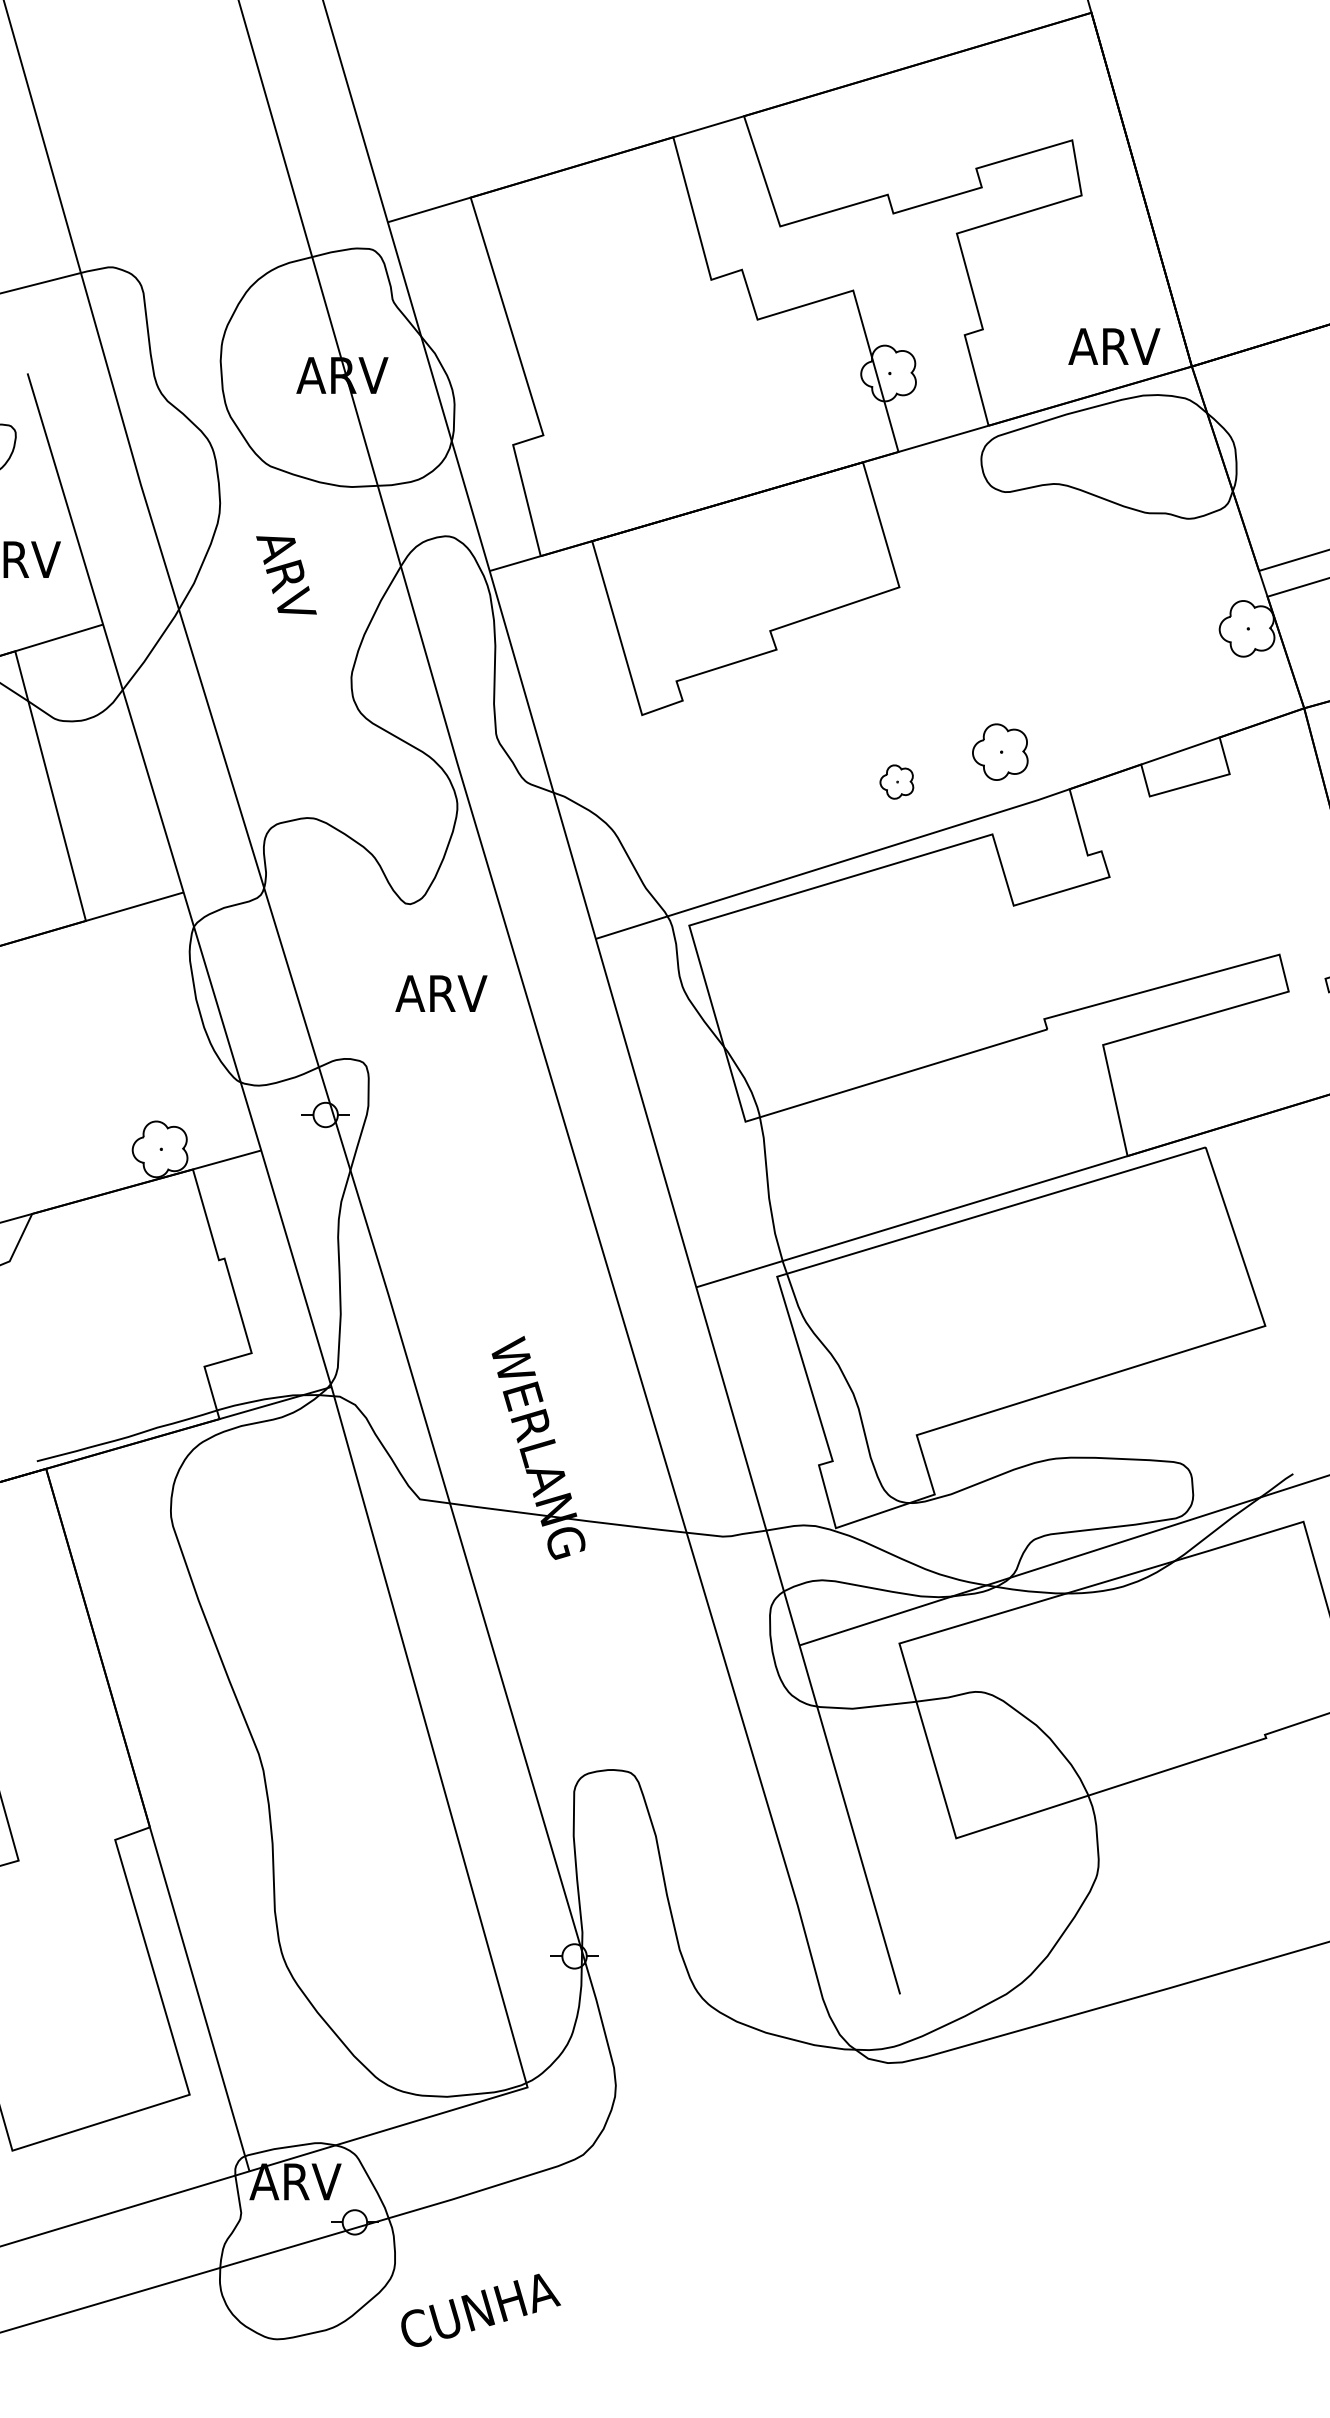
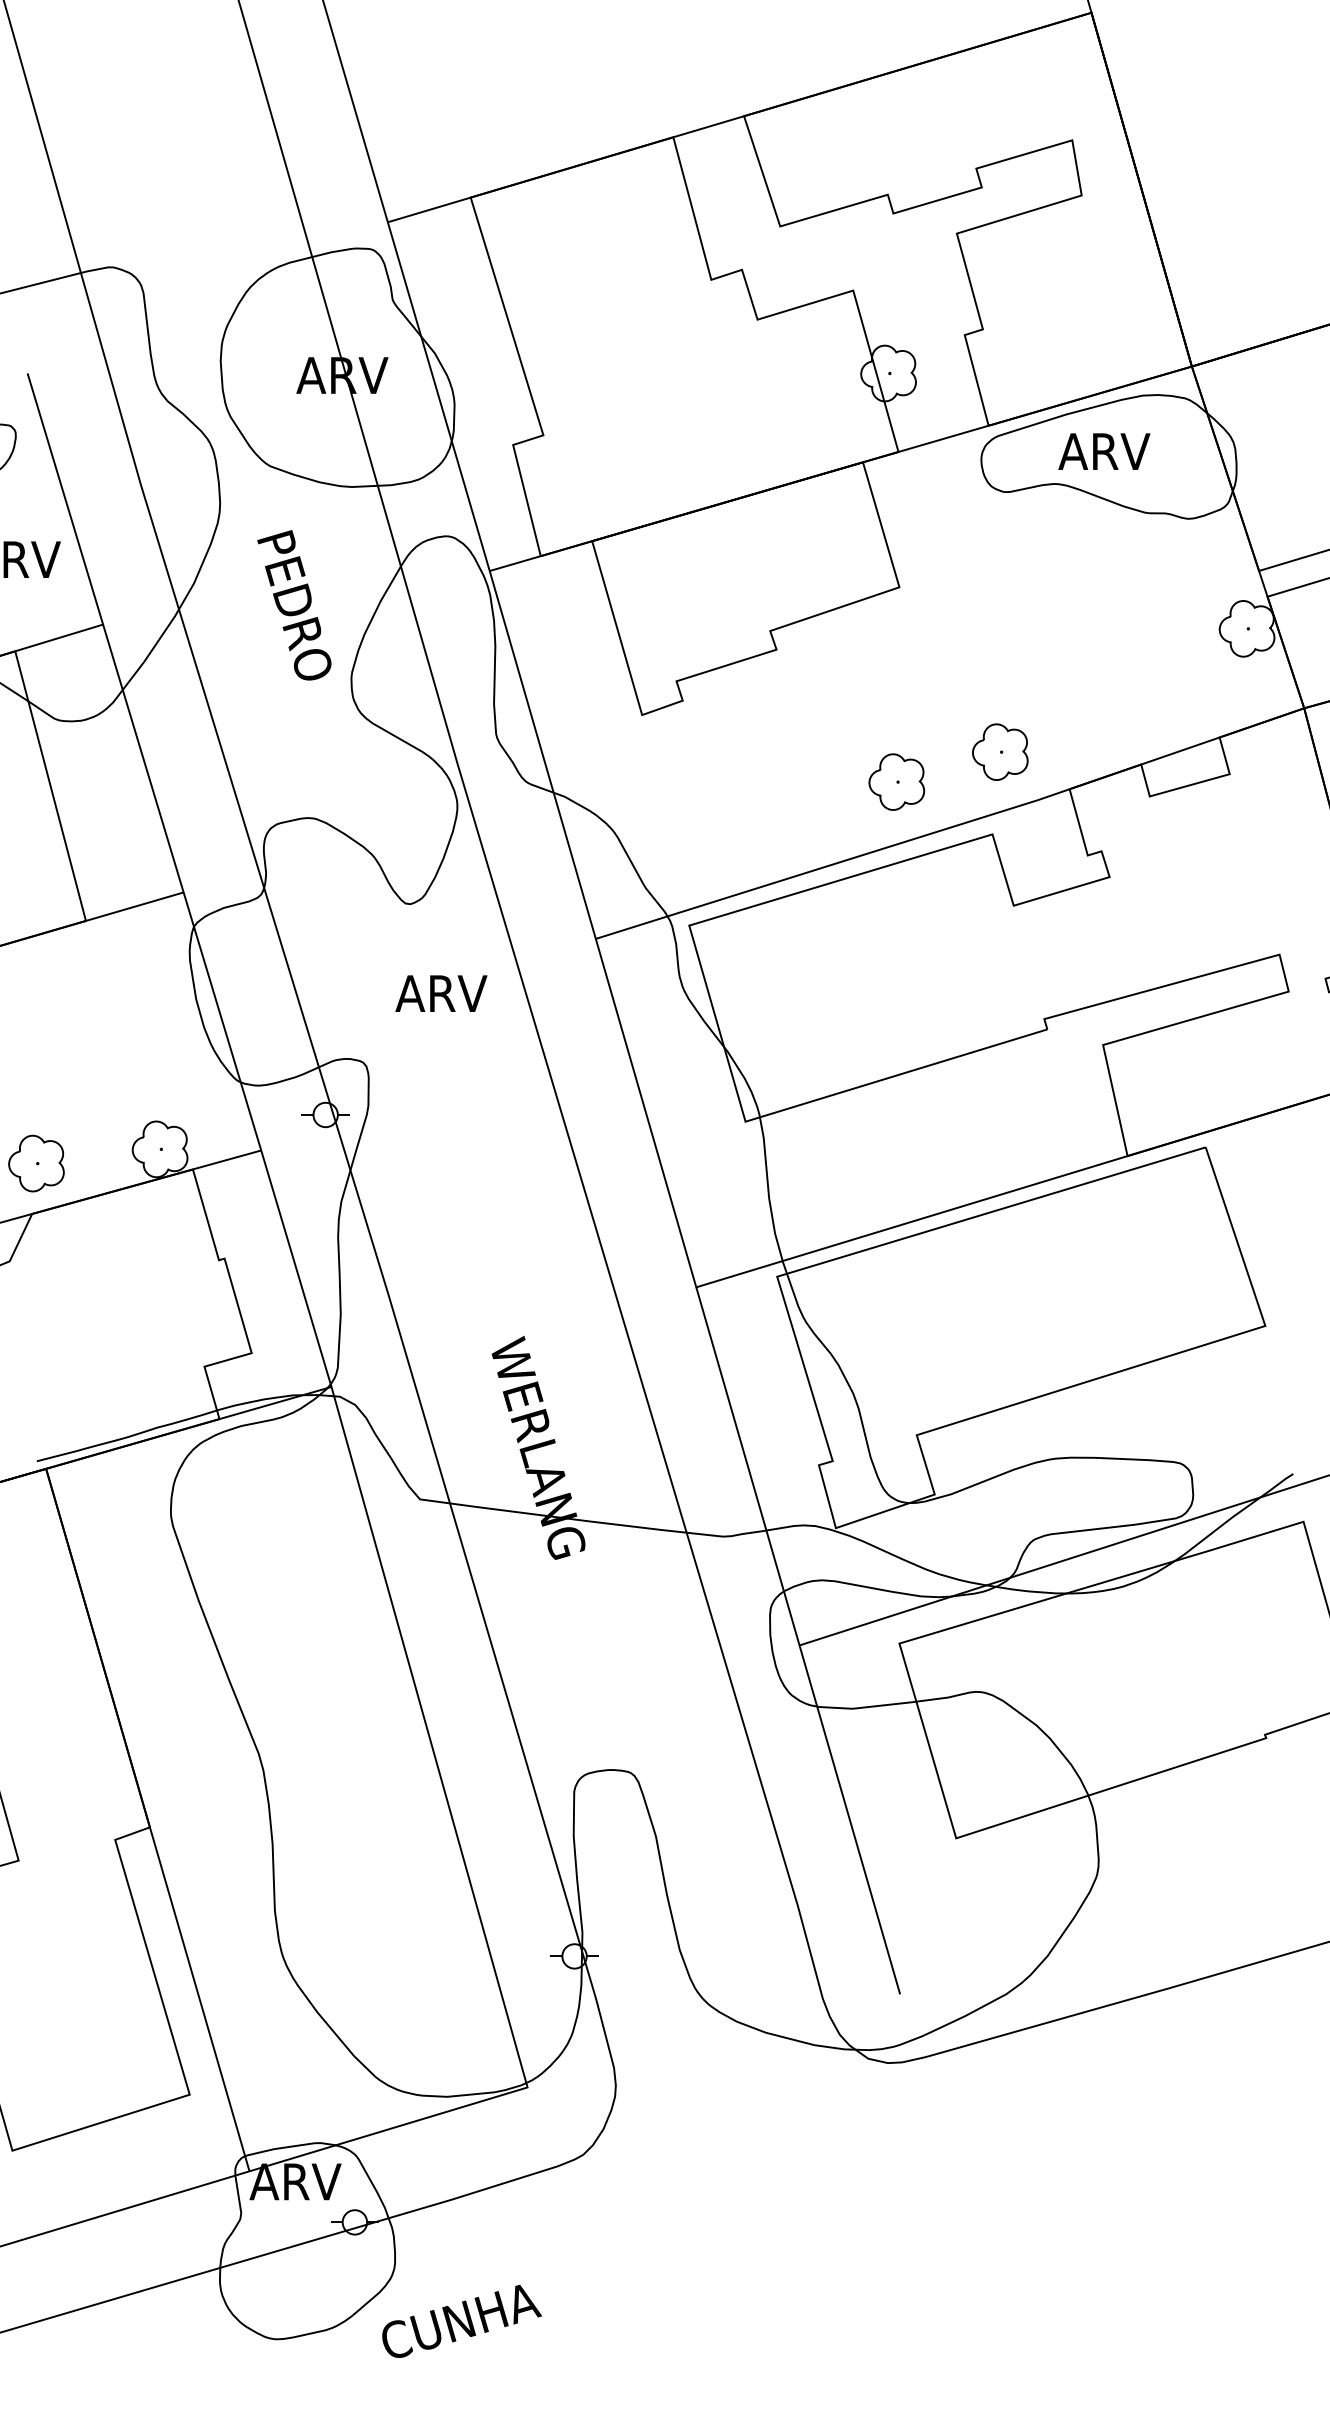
text at (1114, 346) position: (1114, 346) -> (1104, 451)
text at (293, 605): ARV -> PEDRO
part at (896, 781) size: 36x36 px -> 58x58 px
part at (36, 1163): none -> present
text at (481, 2309) position: (481, 2309) -> (462, 2320)
